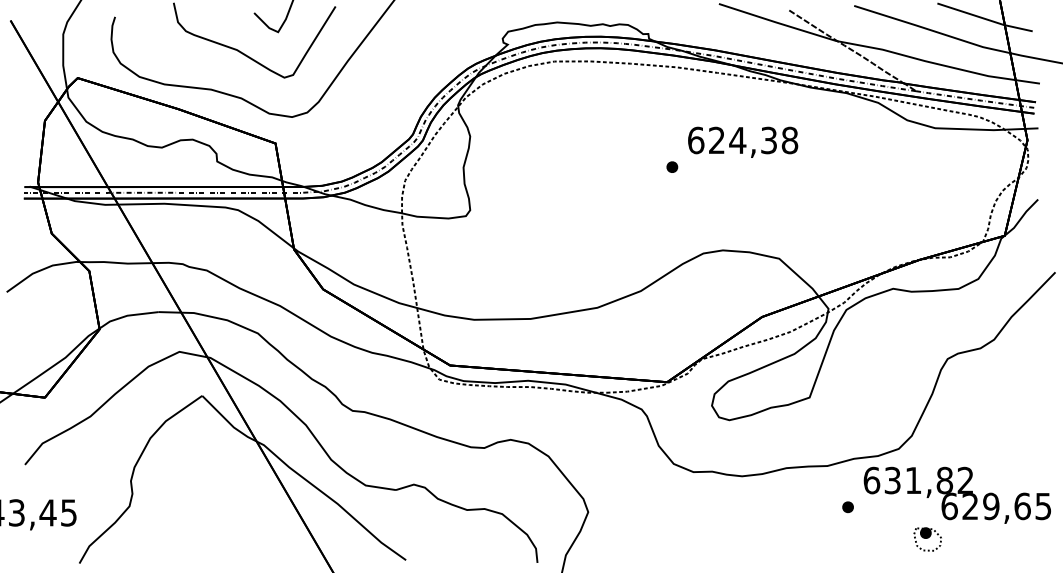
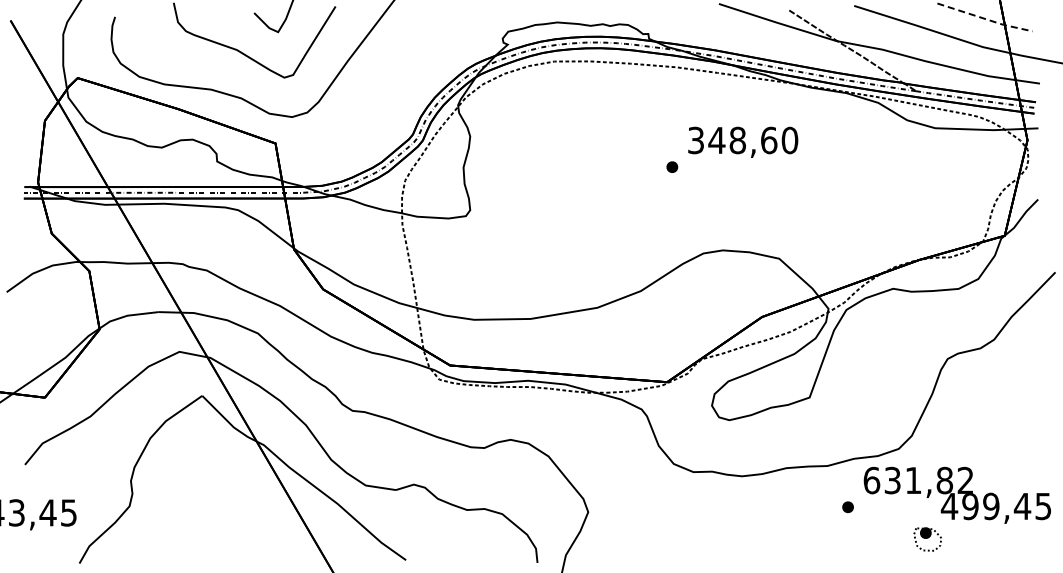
line at (985, 19): solid -> dashed
text at (743, 140): 624,38 -> 348,60
text at (985, 506): 629,65 -> 499,45
